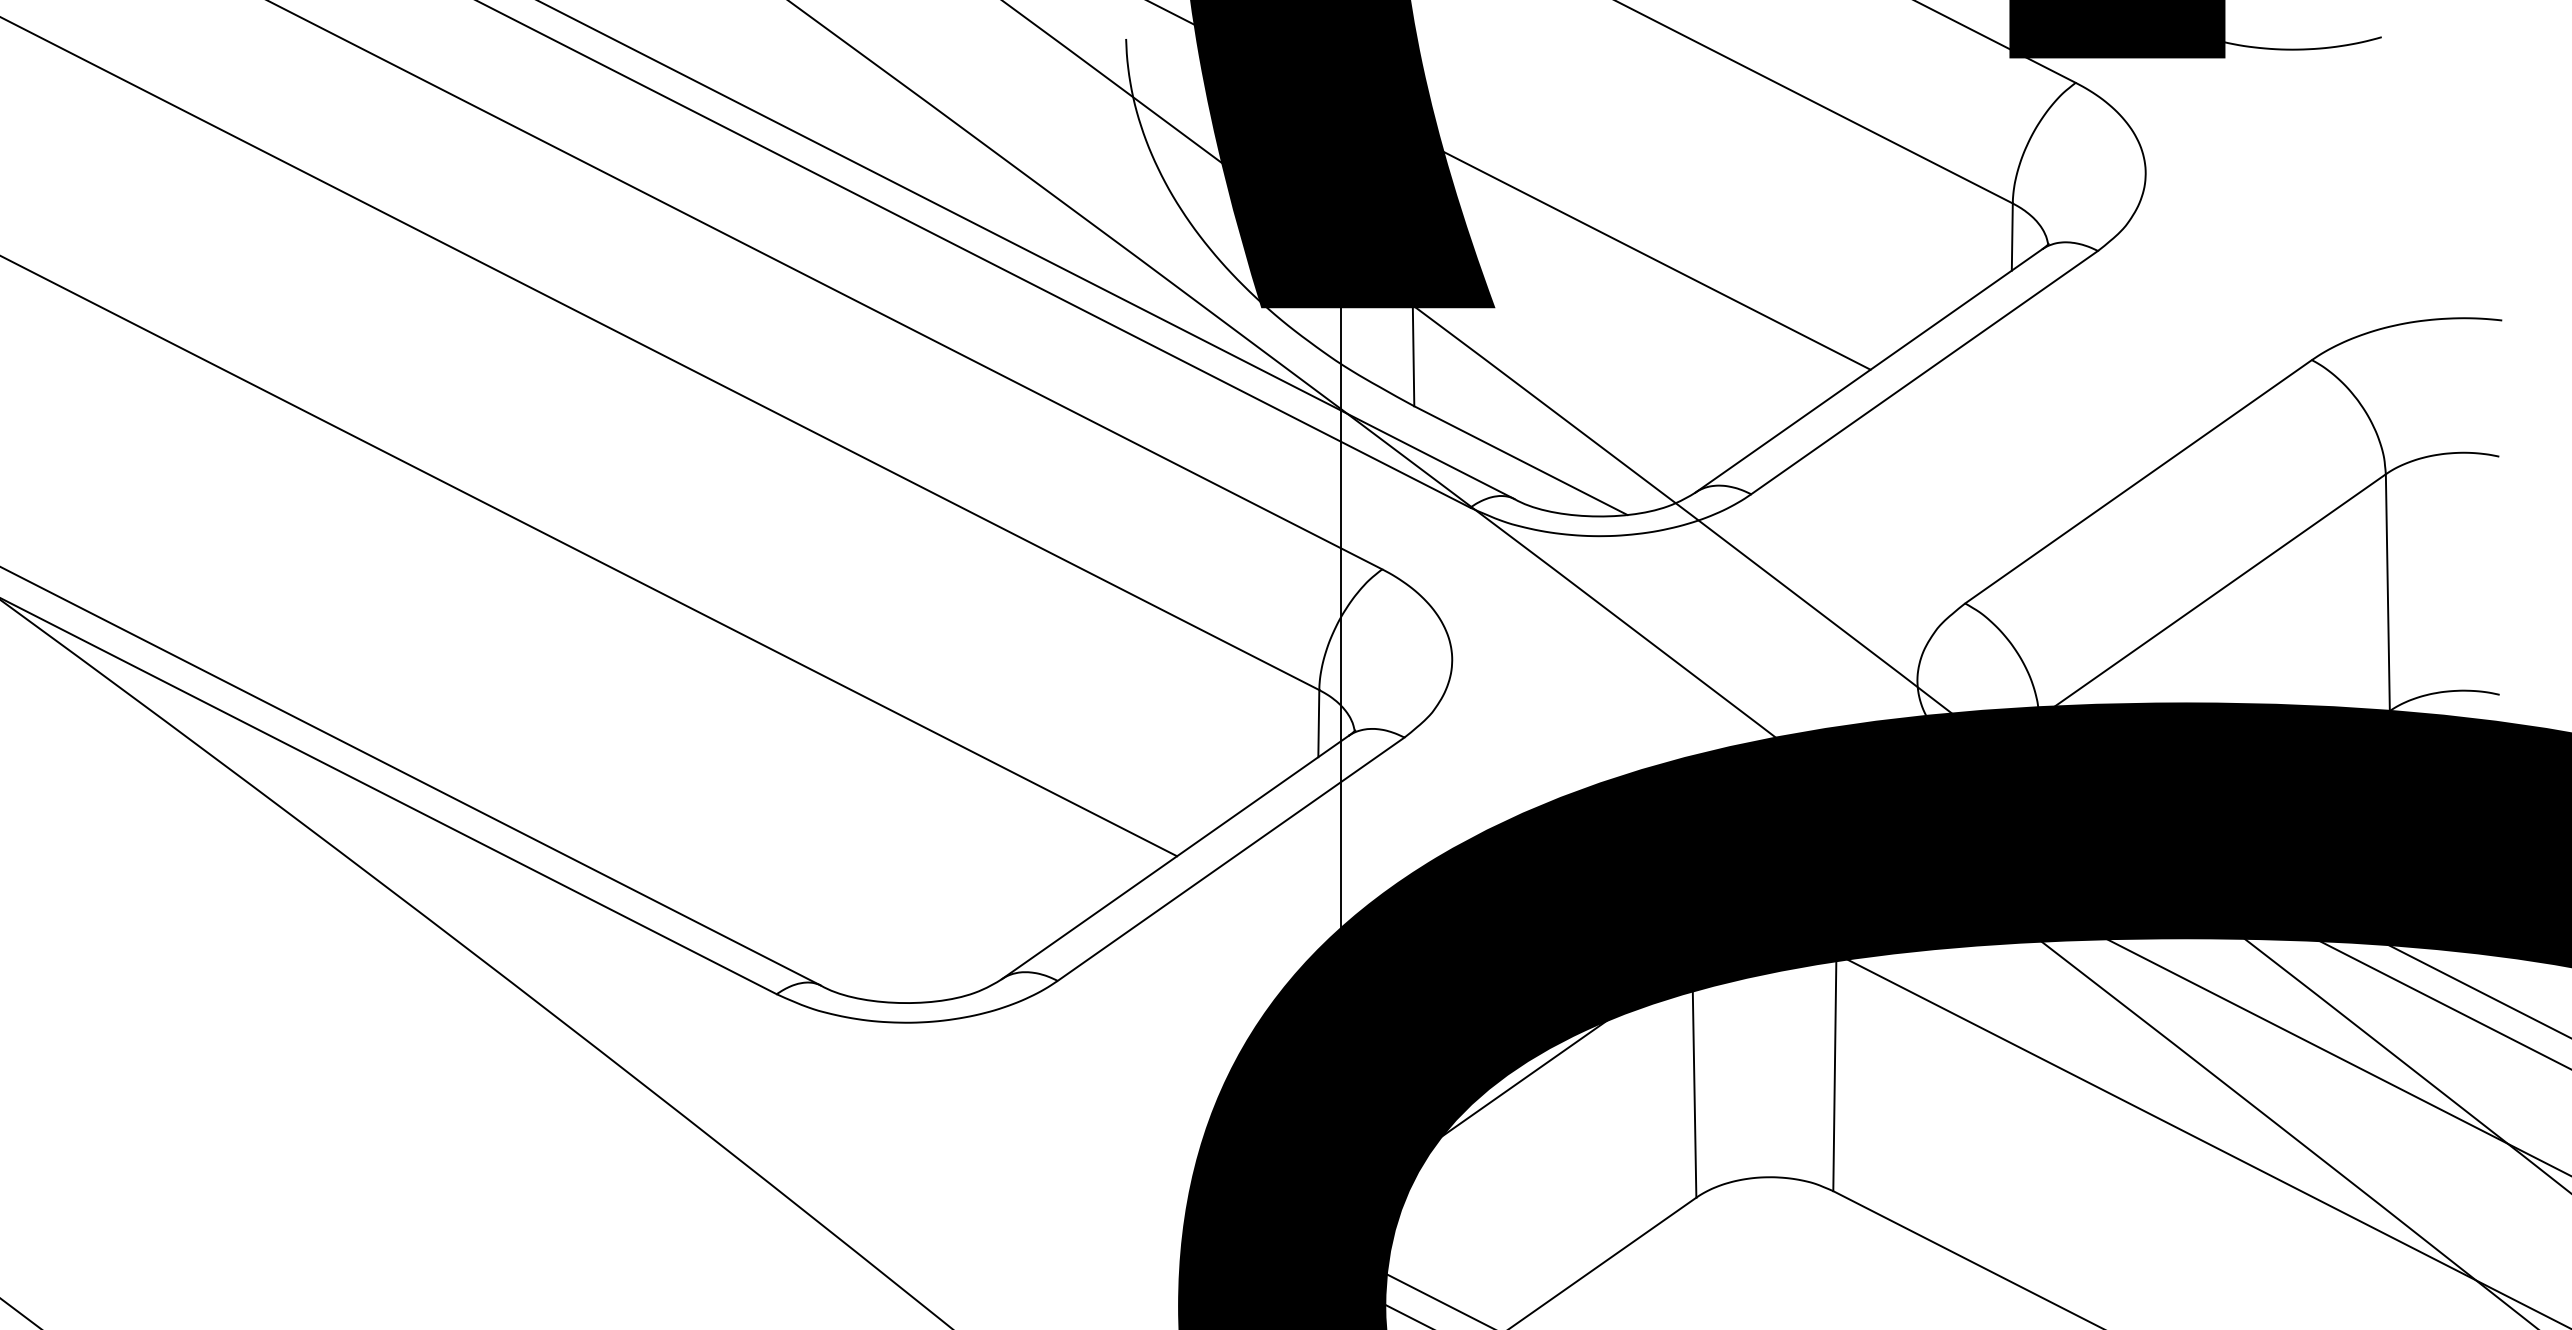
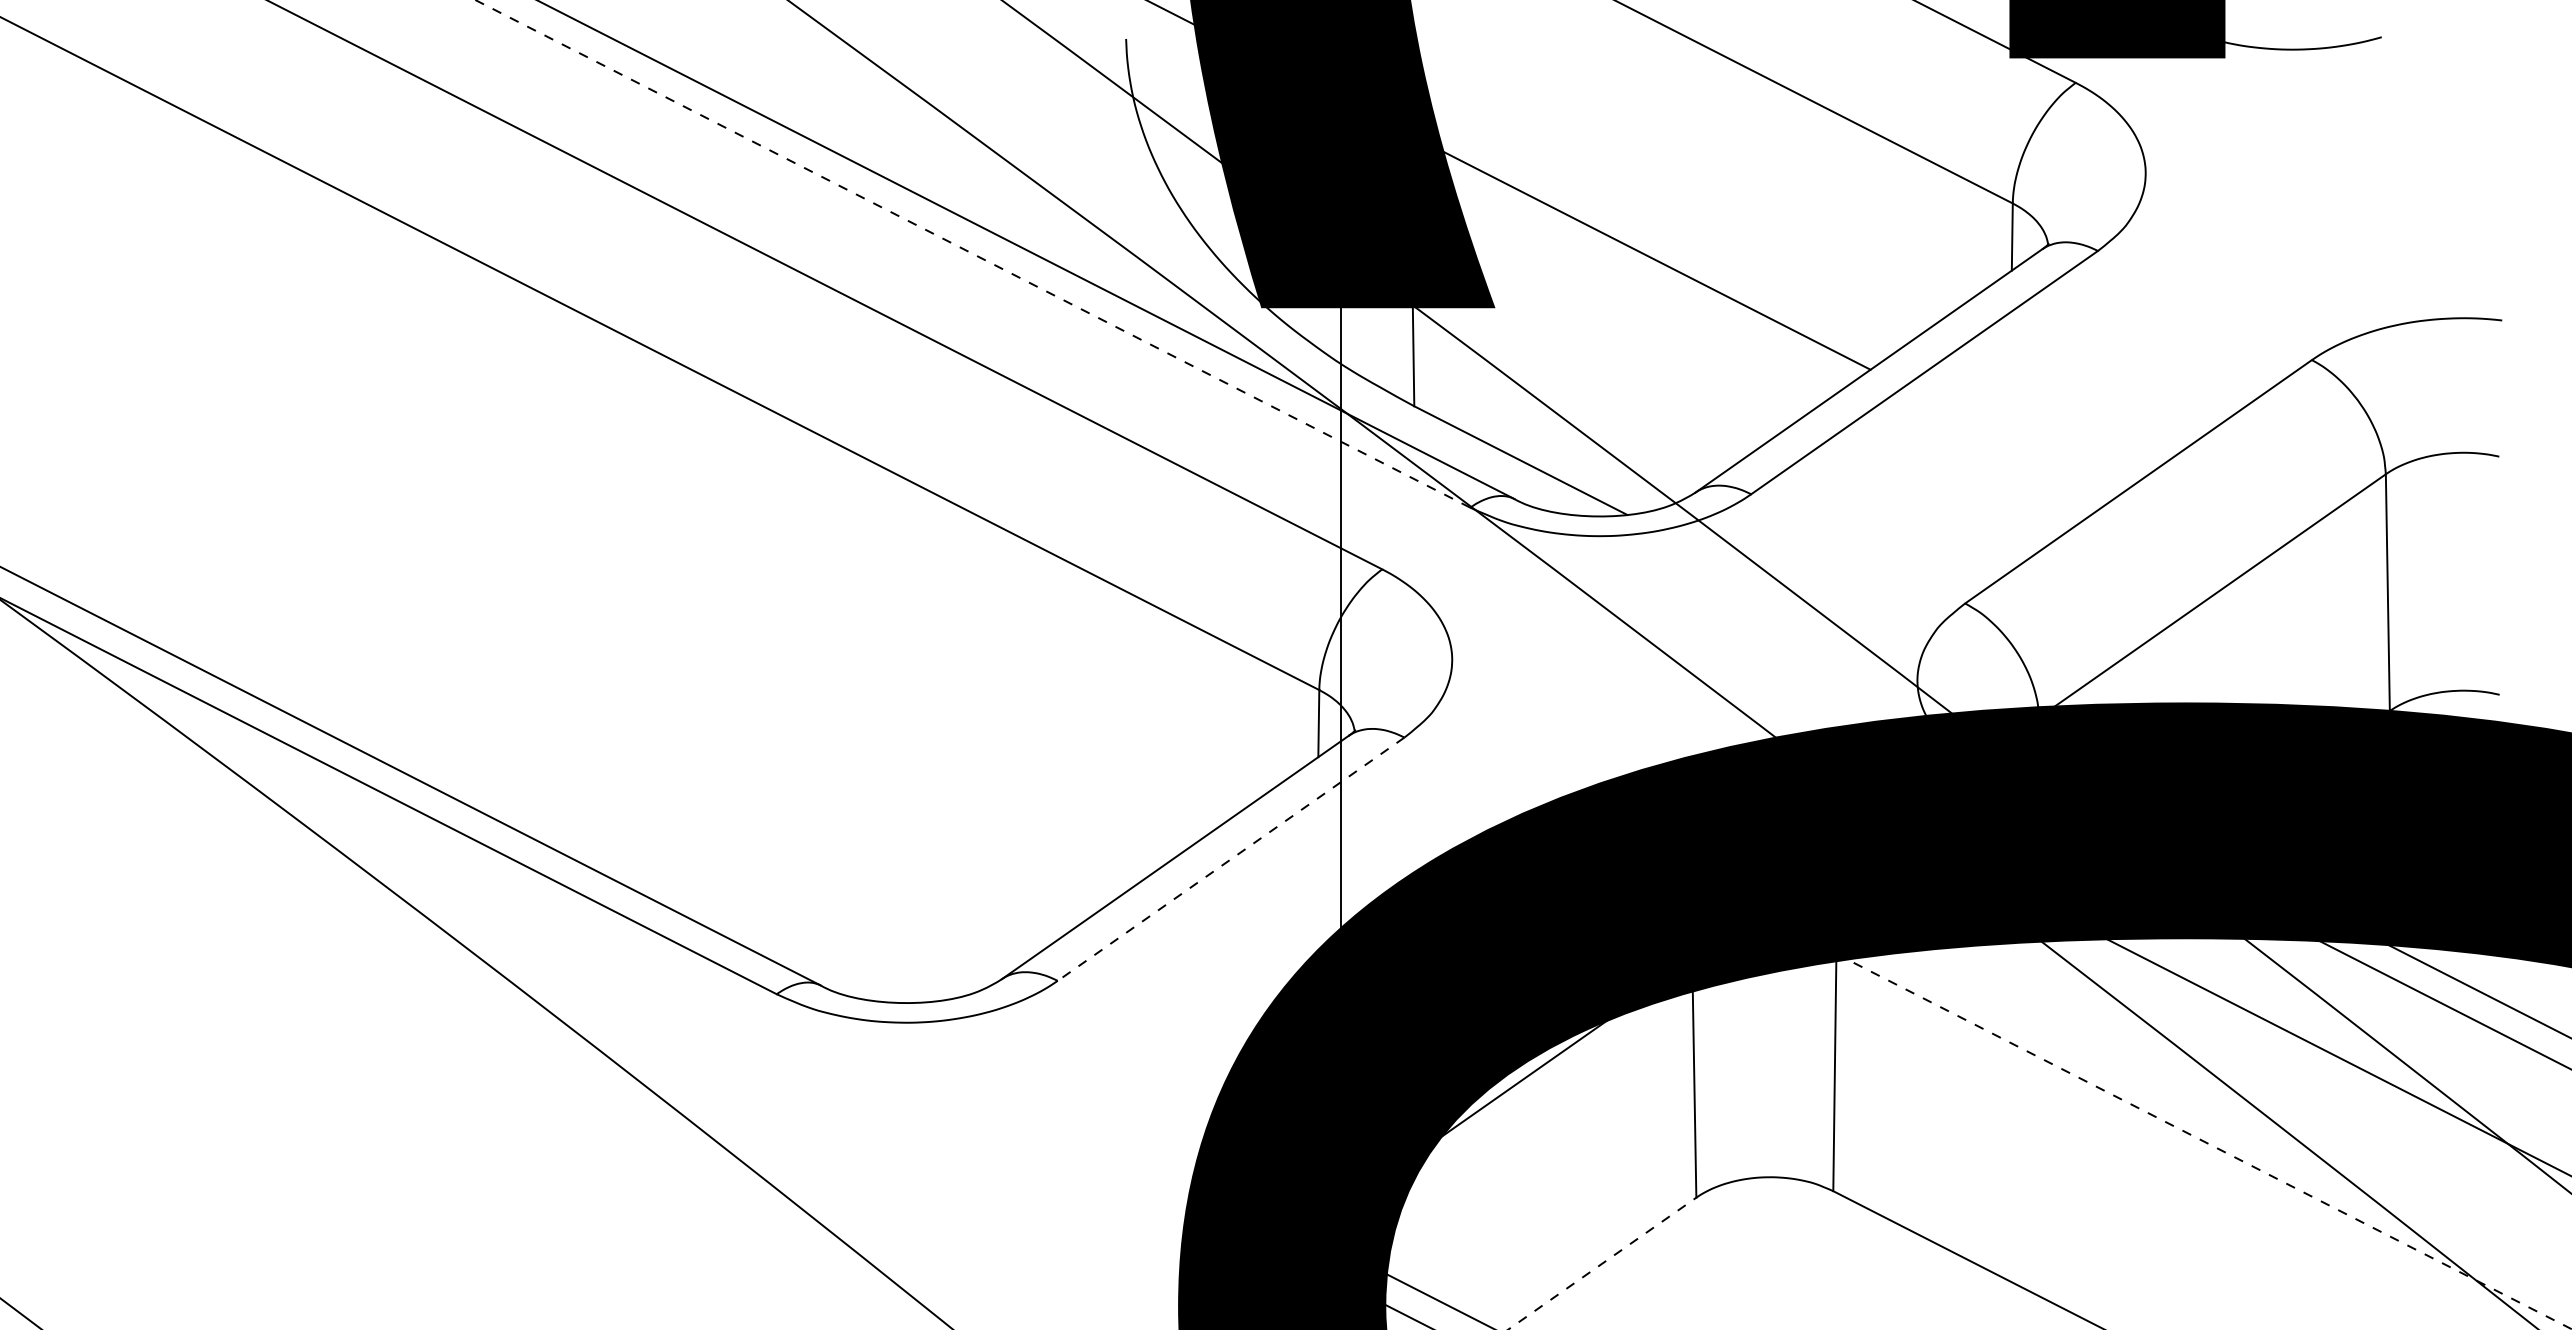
line at (972, 253): solid -> dashed
line at (589, 556): present -> none
line at (1231, 859): solid -> dashed
line at (2204, 1141): solid -> dashed
line at (1602, 1263): solid -> dashed
